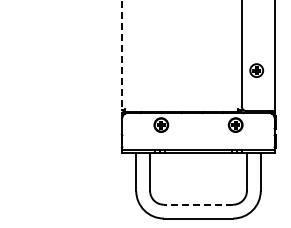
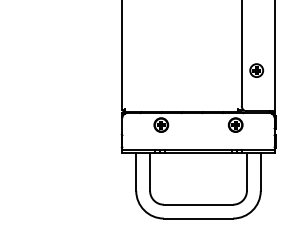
line at (122, 55): dashed -> solid
line at (198, 204): dashed -> solid
